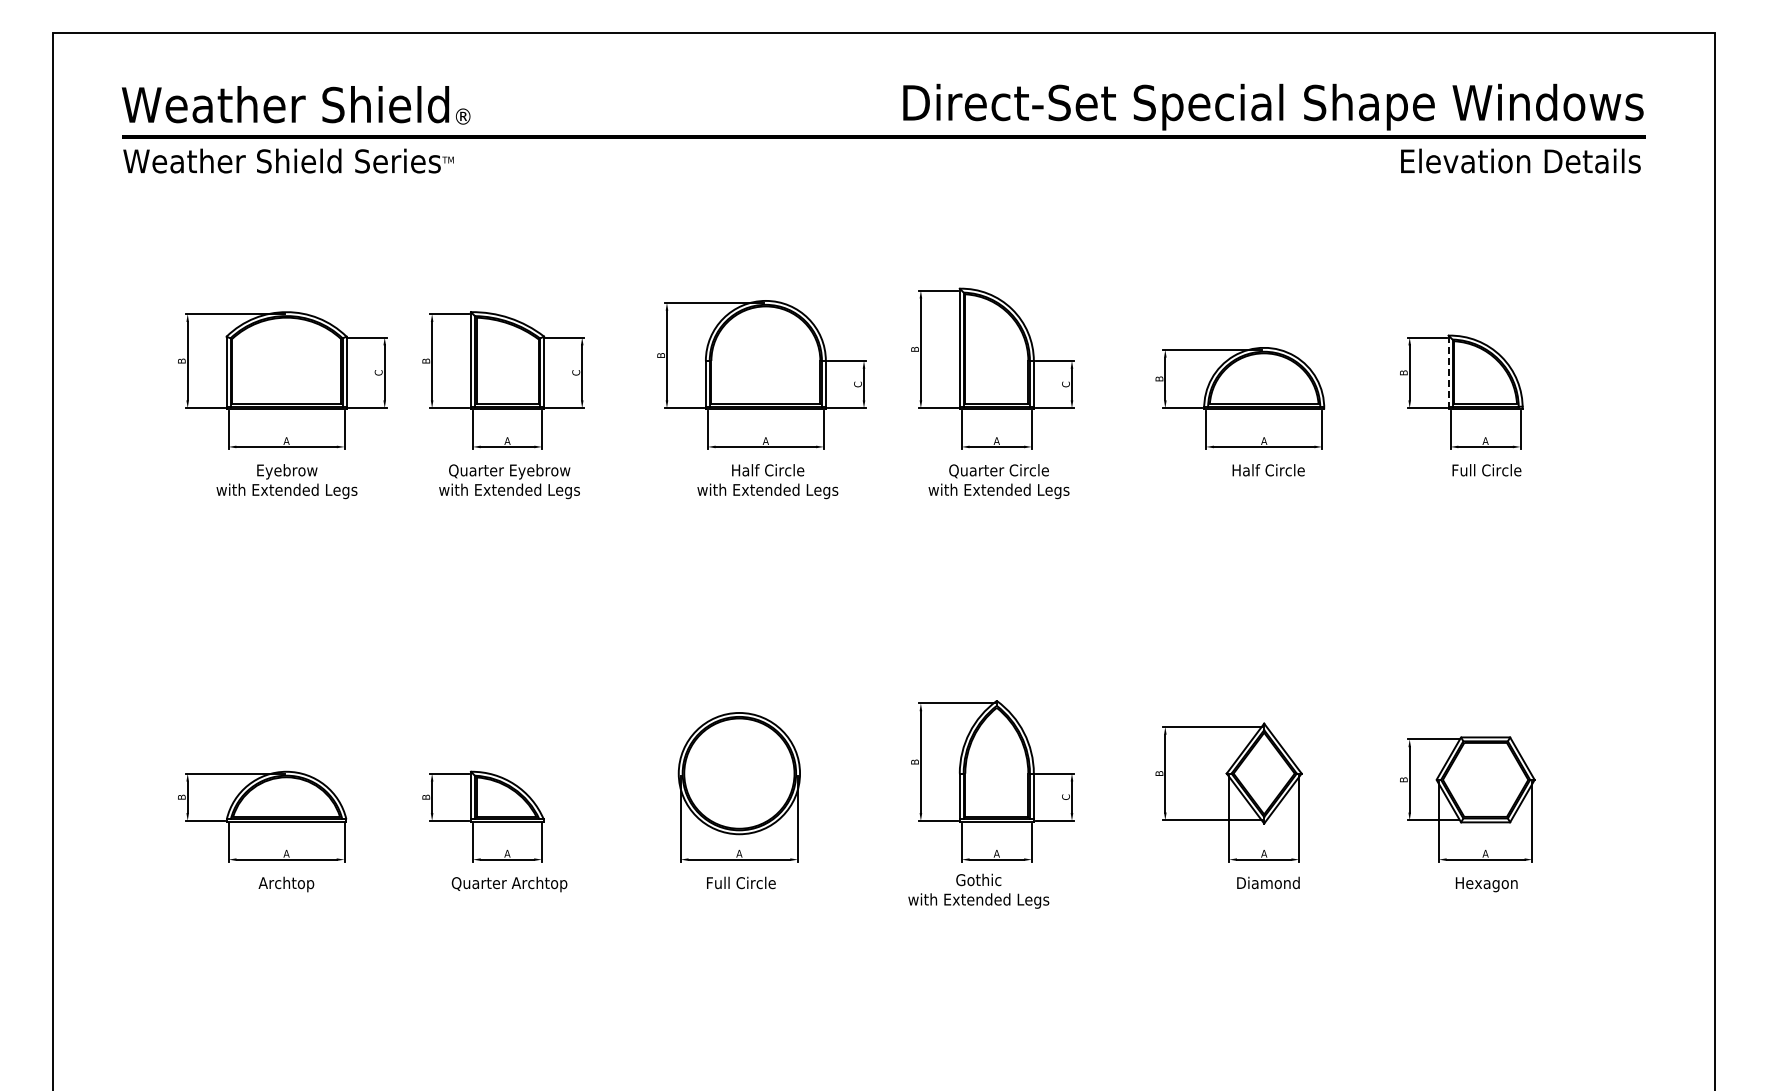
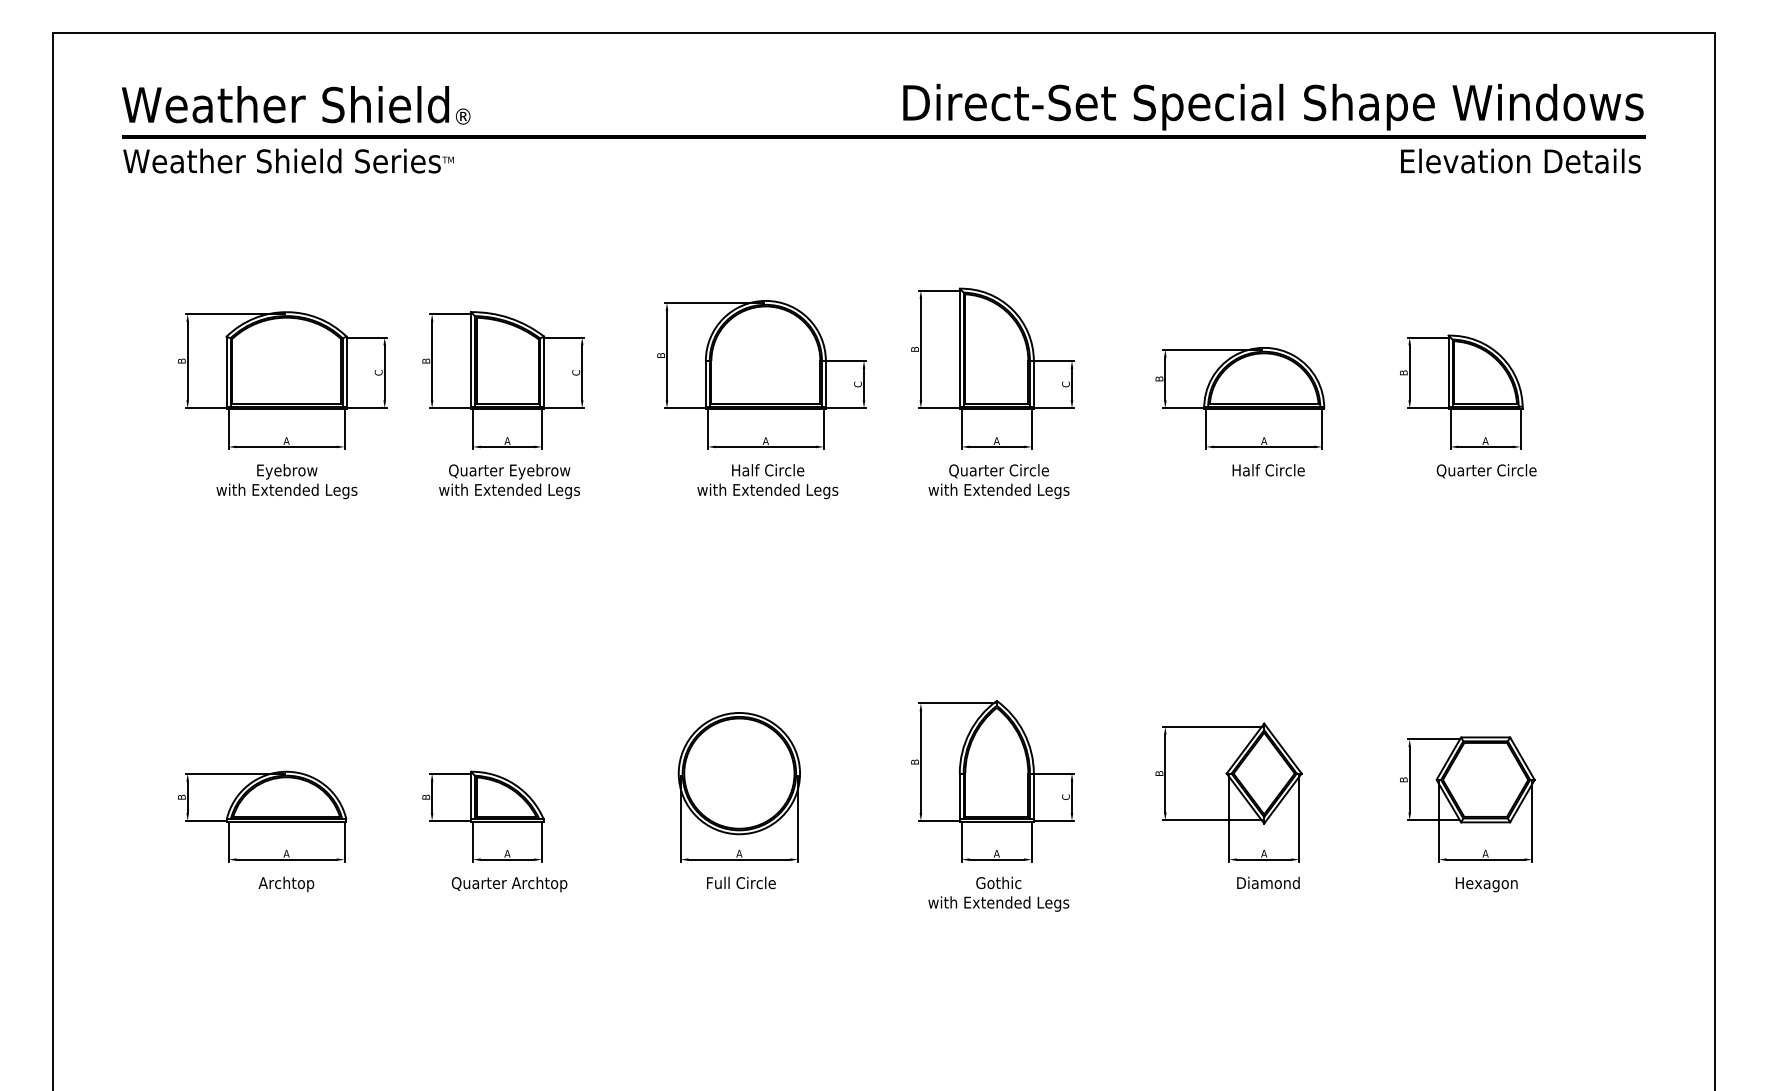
line at (1448, 372): dashed -> solid
text at (1486, 471): Full Circle -> Quarter Circle
text at (978, 890) position: (978, 890) -> (998, 893)
